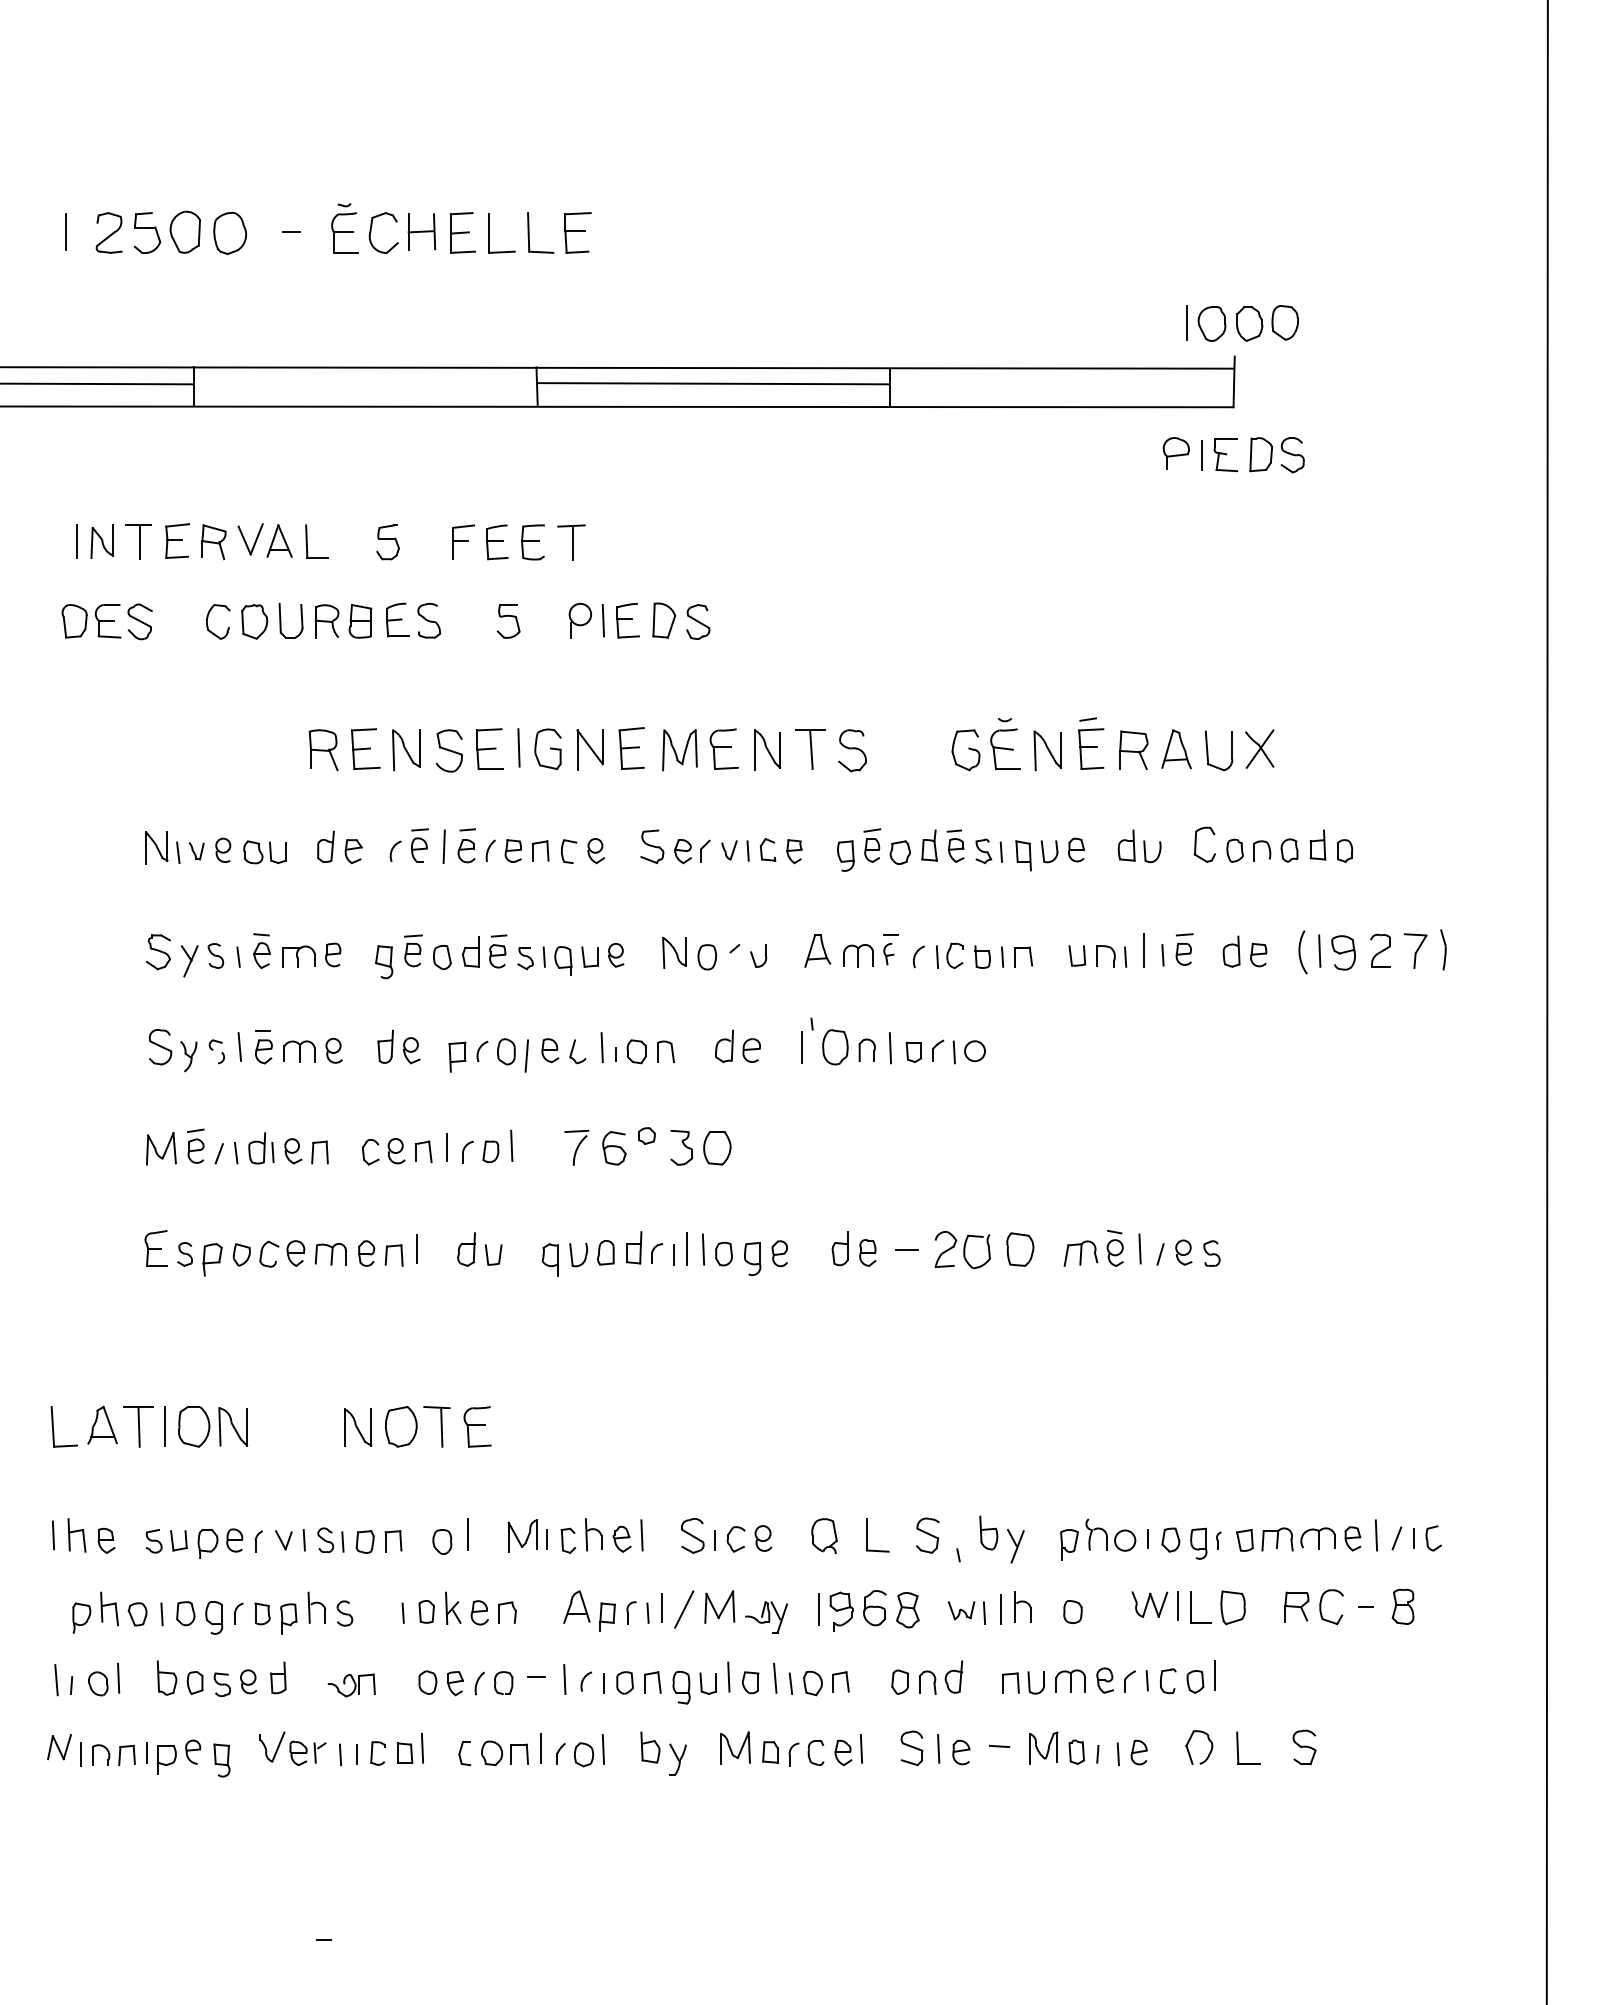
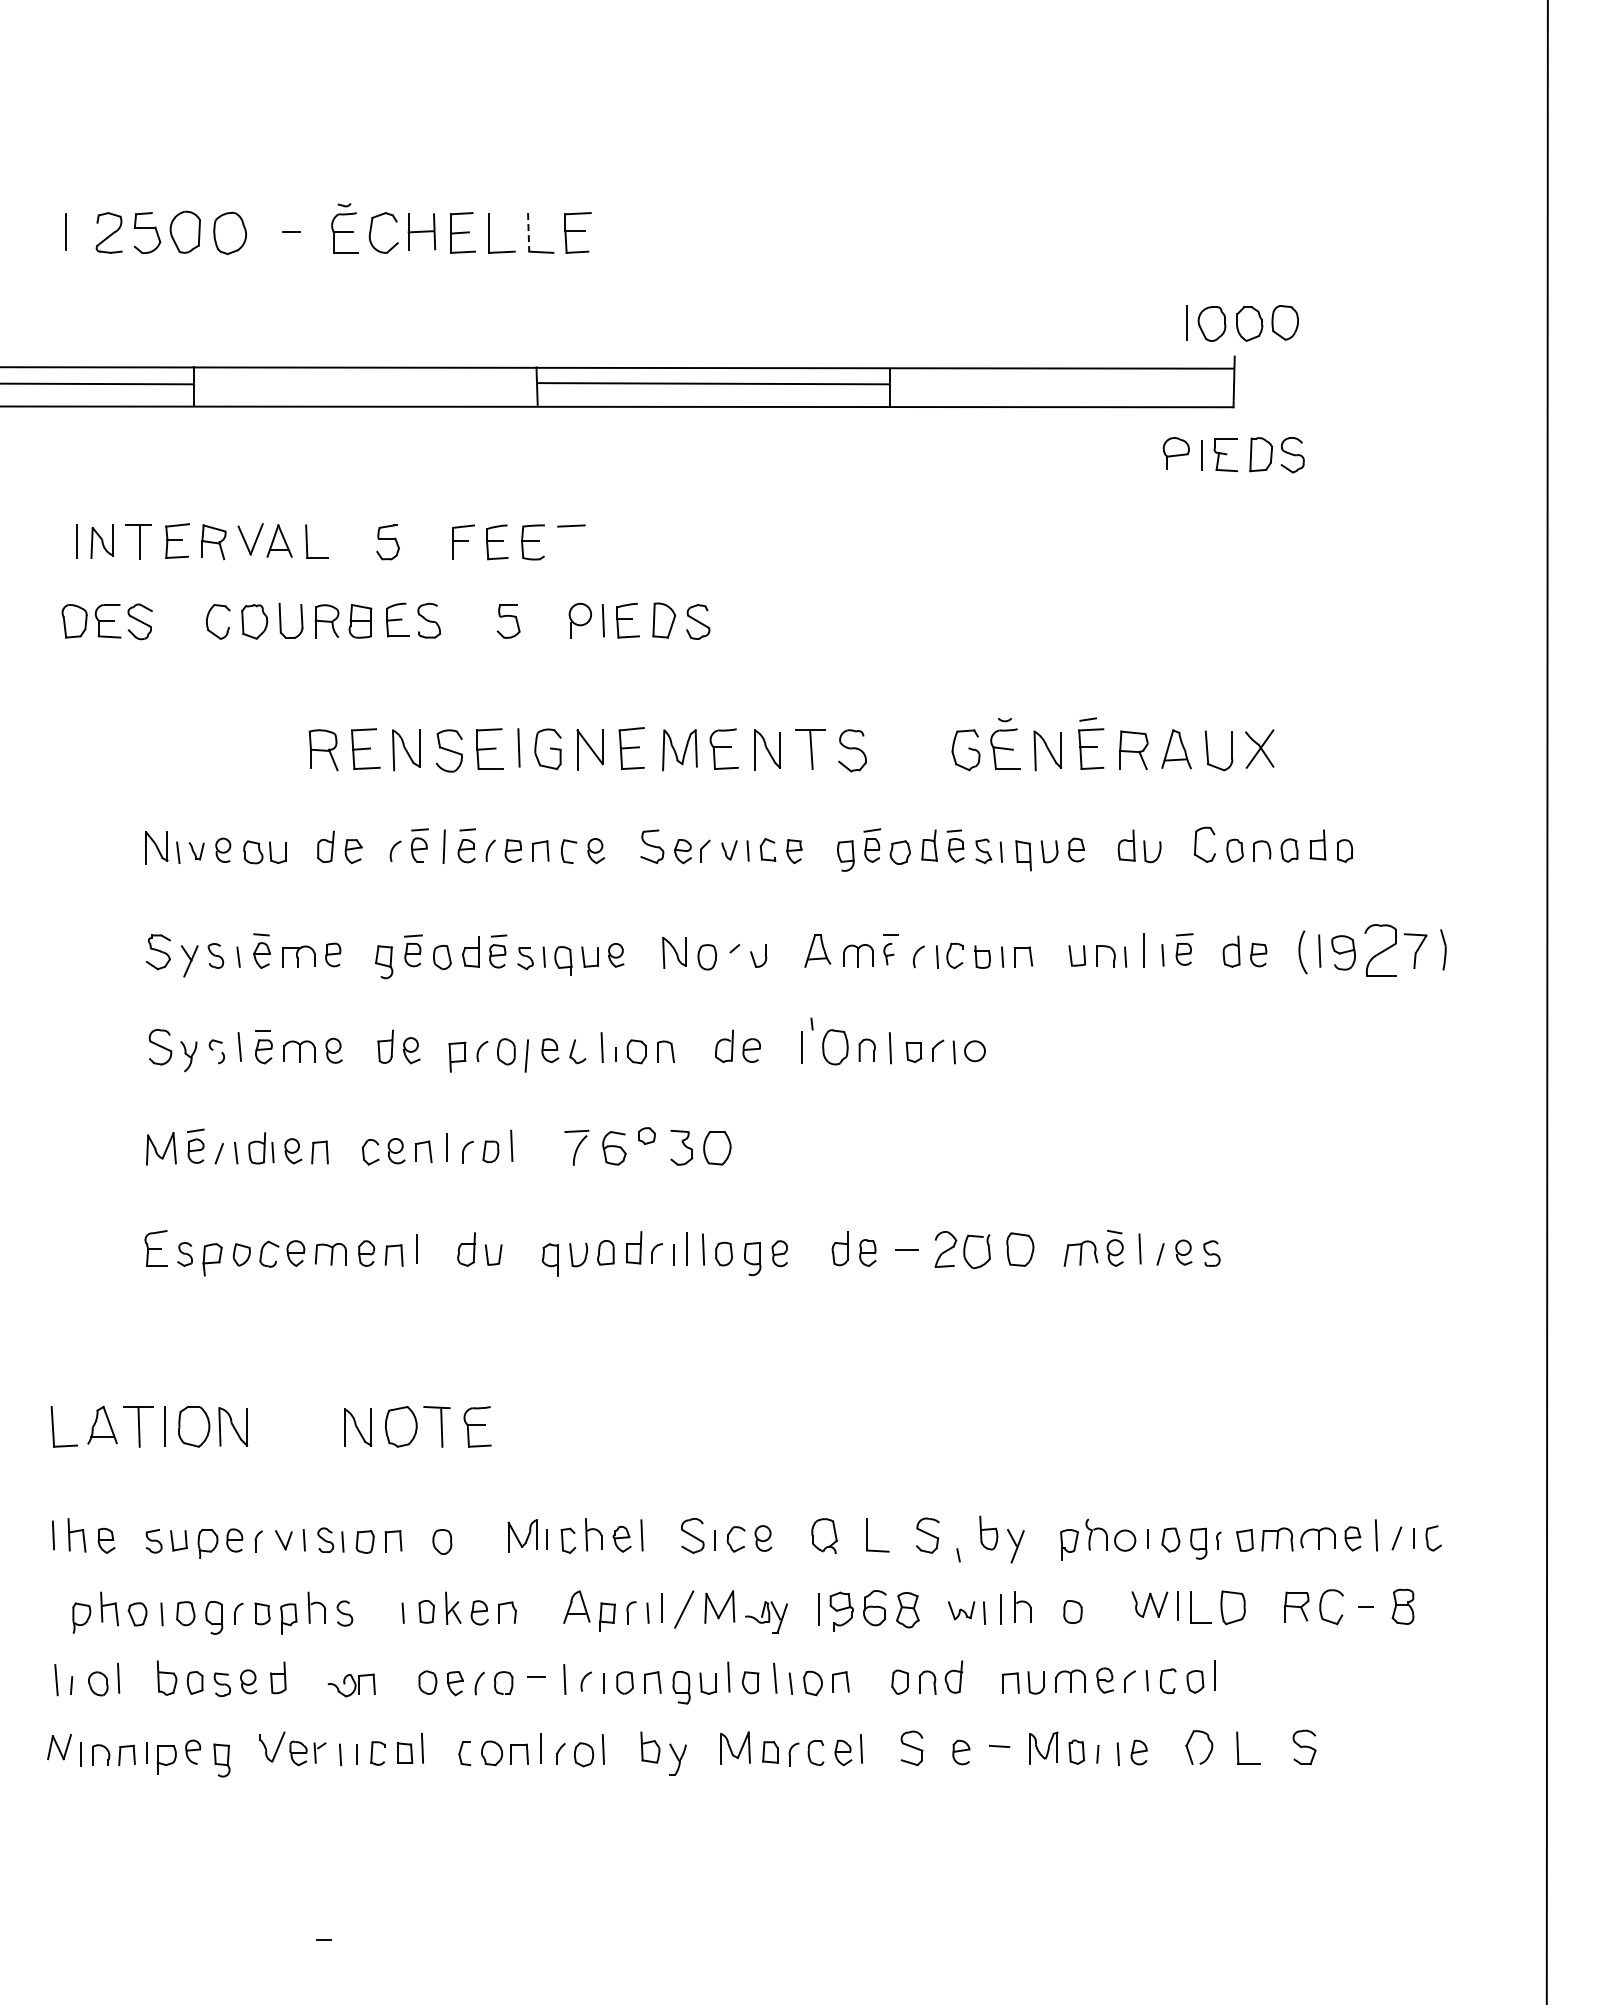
line at (528, 232): solid -> dashed
line at (572, 543): present -> none
part at (1380, 950) size: 21x34 px -> 33x53 px
line at (467, 1534): present -> none
line at (938, 1748): present -> none
